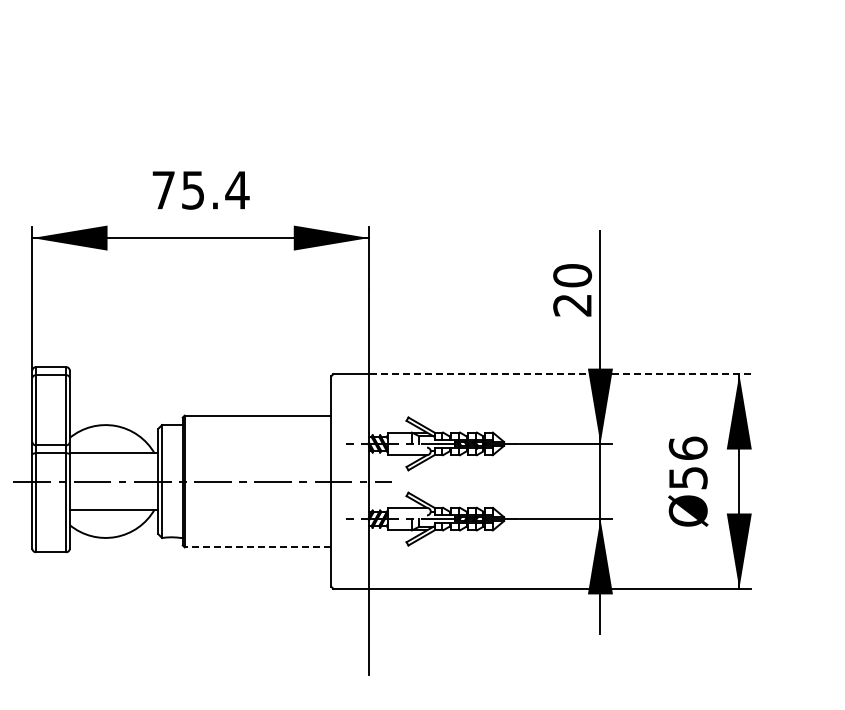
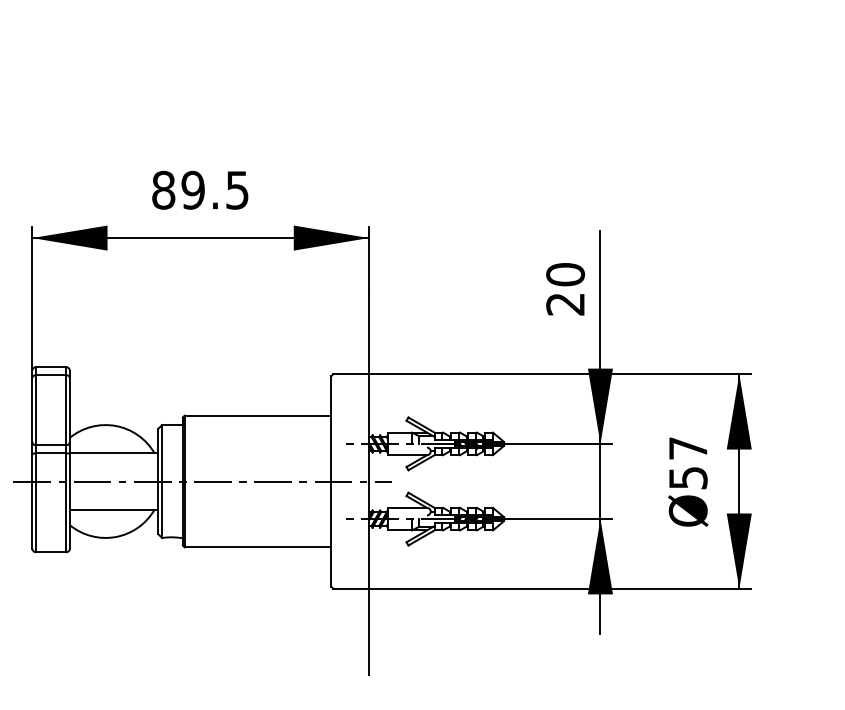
text at (200, 189): 75.4 -> 89.5
text at (572, 290) position: (572, 290) -> (565, 289)
line at (560, 374): dashed -> solid
text at (687, 447): Ø56 -> Ø57
line at (257, 547): dashed -> solid
